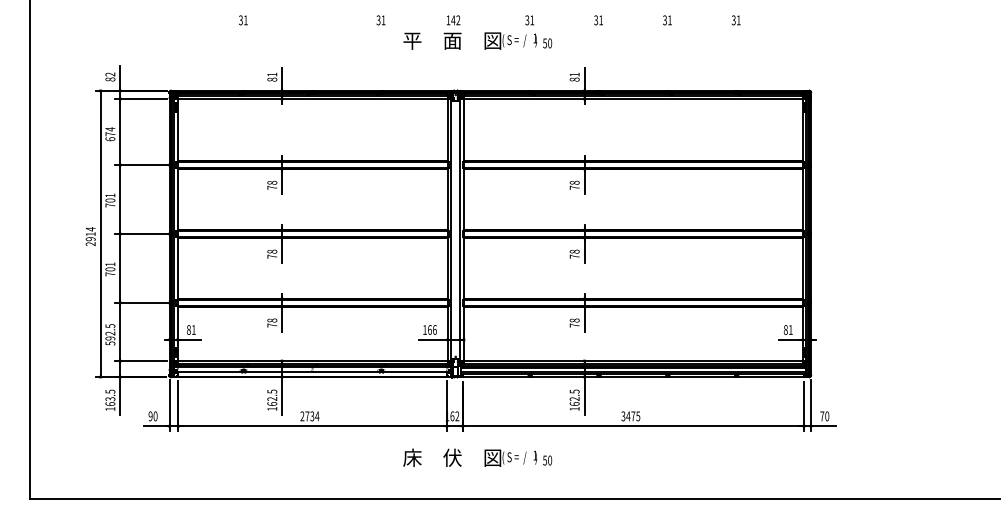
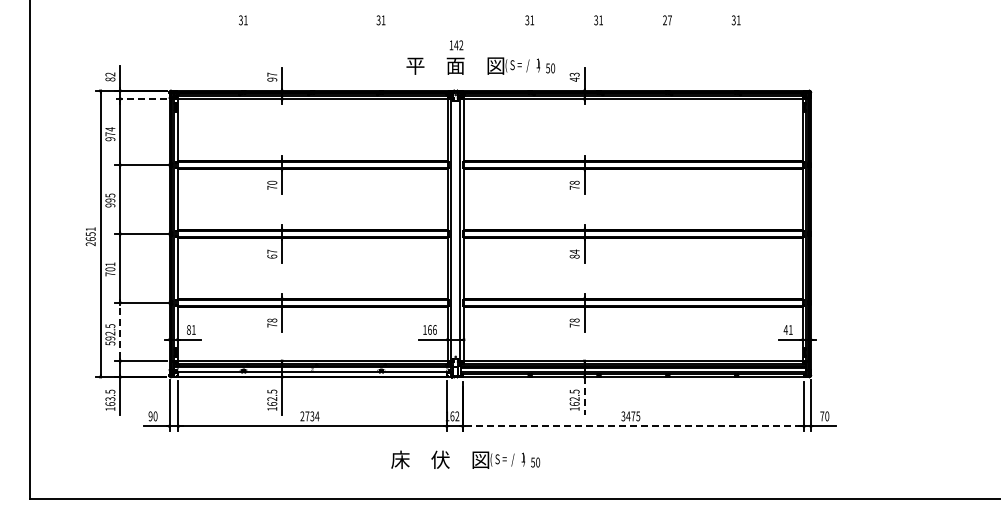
text at (667, 20): 31 -> 27
text at (477, 32) position: (477, 32) -> (480, 57)
text at (272, 76): 81 -> 97
text at (574, 76): 81 -> 43
line at (141, 98): solid -> dashed
text at (110, 139): 674 -> 974
text at (272, 182): 78 -> 70
text at (110, 200): 701 -> 995
text at (90, 234): 2914 -> 2651
text at (272, 253): 78 -> 67
text at (574, 253): 78 -> 84
text at (785, 329): 81 -> 41
line at (120, 331): solid -> dashed
line at (584, 395): solid -> dashed
line at (632, 426): solid -> dashed
text at (477, 457) position: (477, 457) -> (465, 459)
